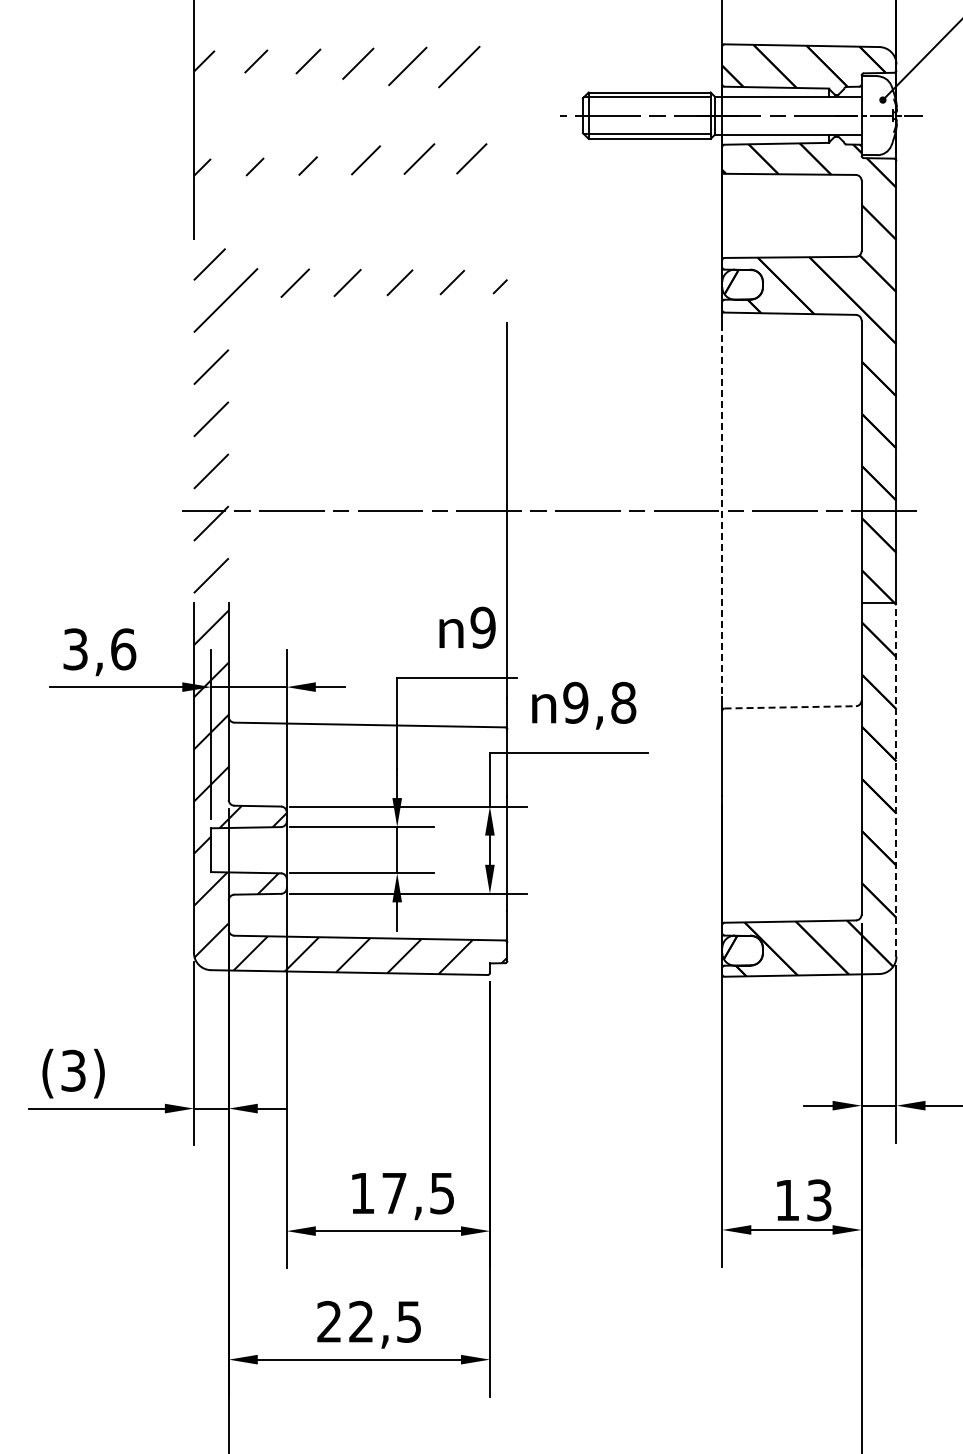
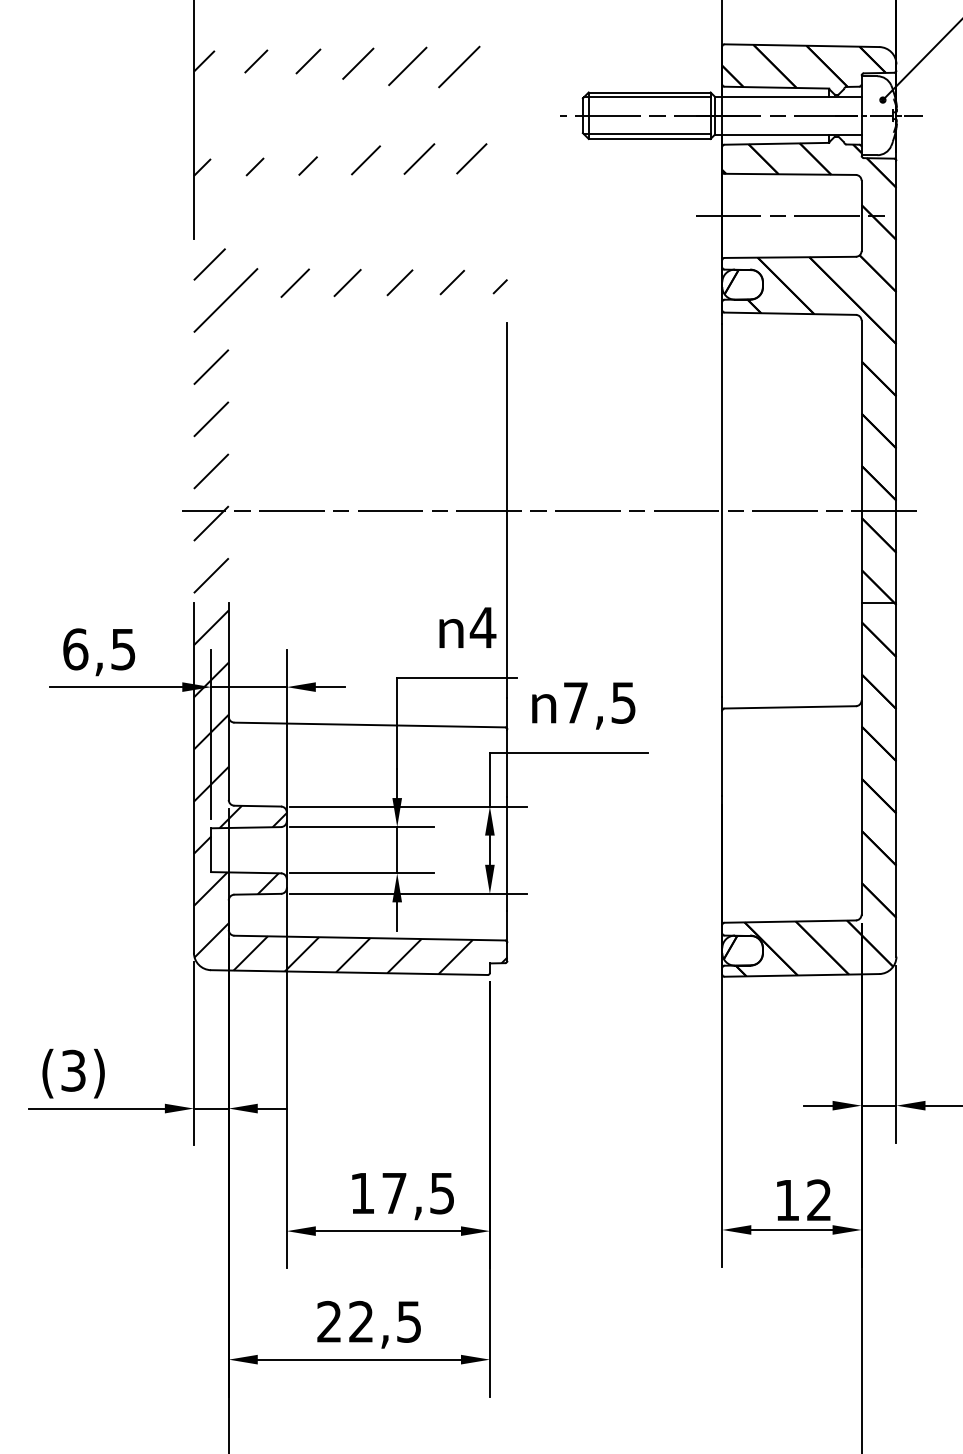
line at (789, 215): none -> present
line at (722, 511): dashed -> solid
text at (482, 627): 9 -> 4
text at (99, 649): 3,6 -> 6,5
text at (599, 702): 9,8 -> 7,5
line at (790, 707): dashed -> solid
line at (896, 779): dashed -> solid
text at (819, 1200): 13 -> 12
